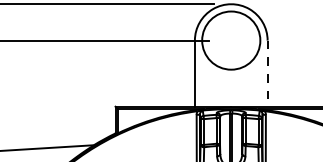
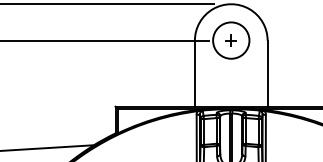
part at (230, 40): none -> present
circle at (231, 40) diameter: 58 px -> 36 px
line at (267, 74): dashed -> solid
